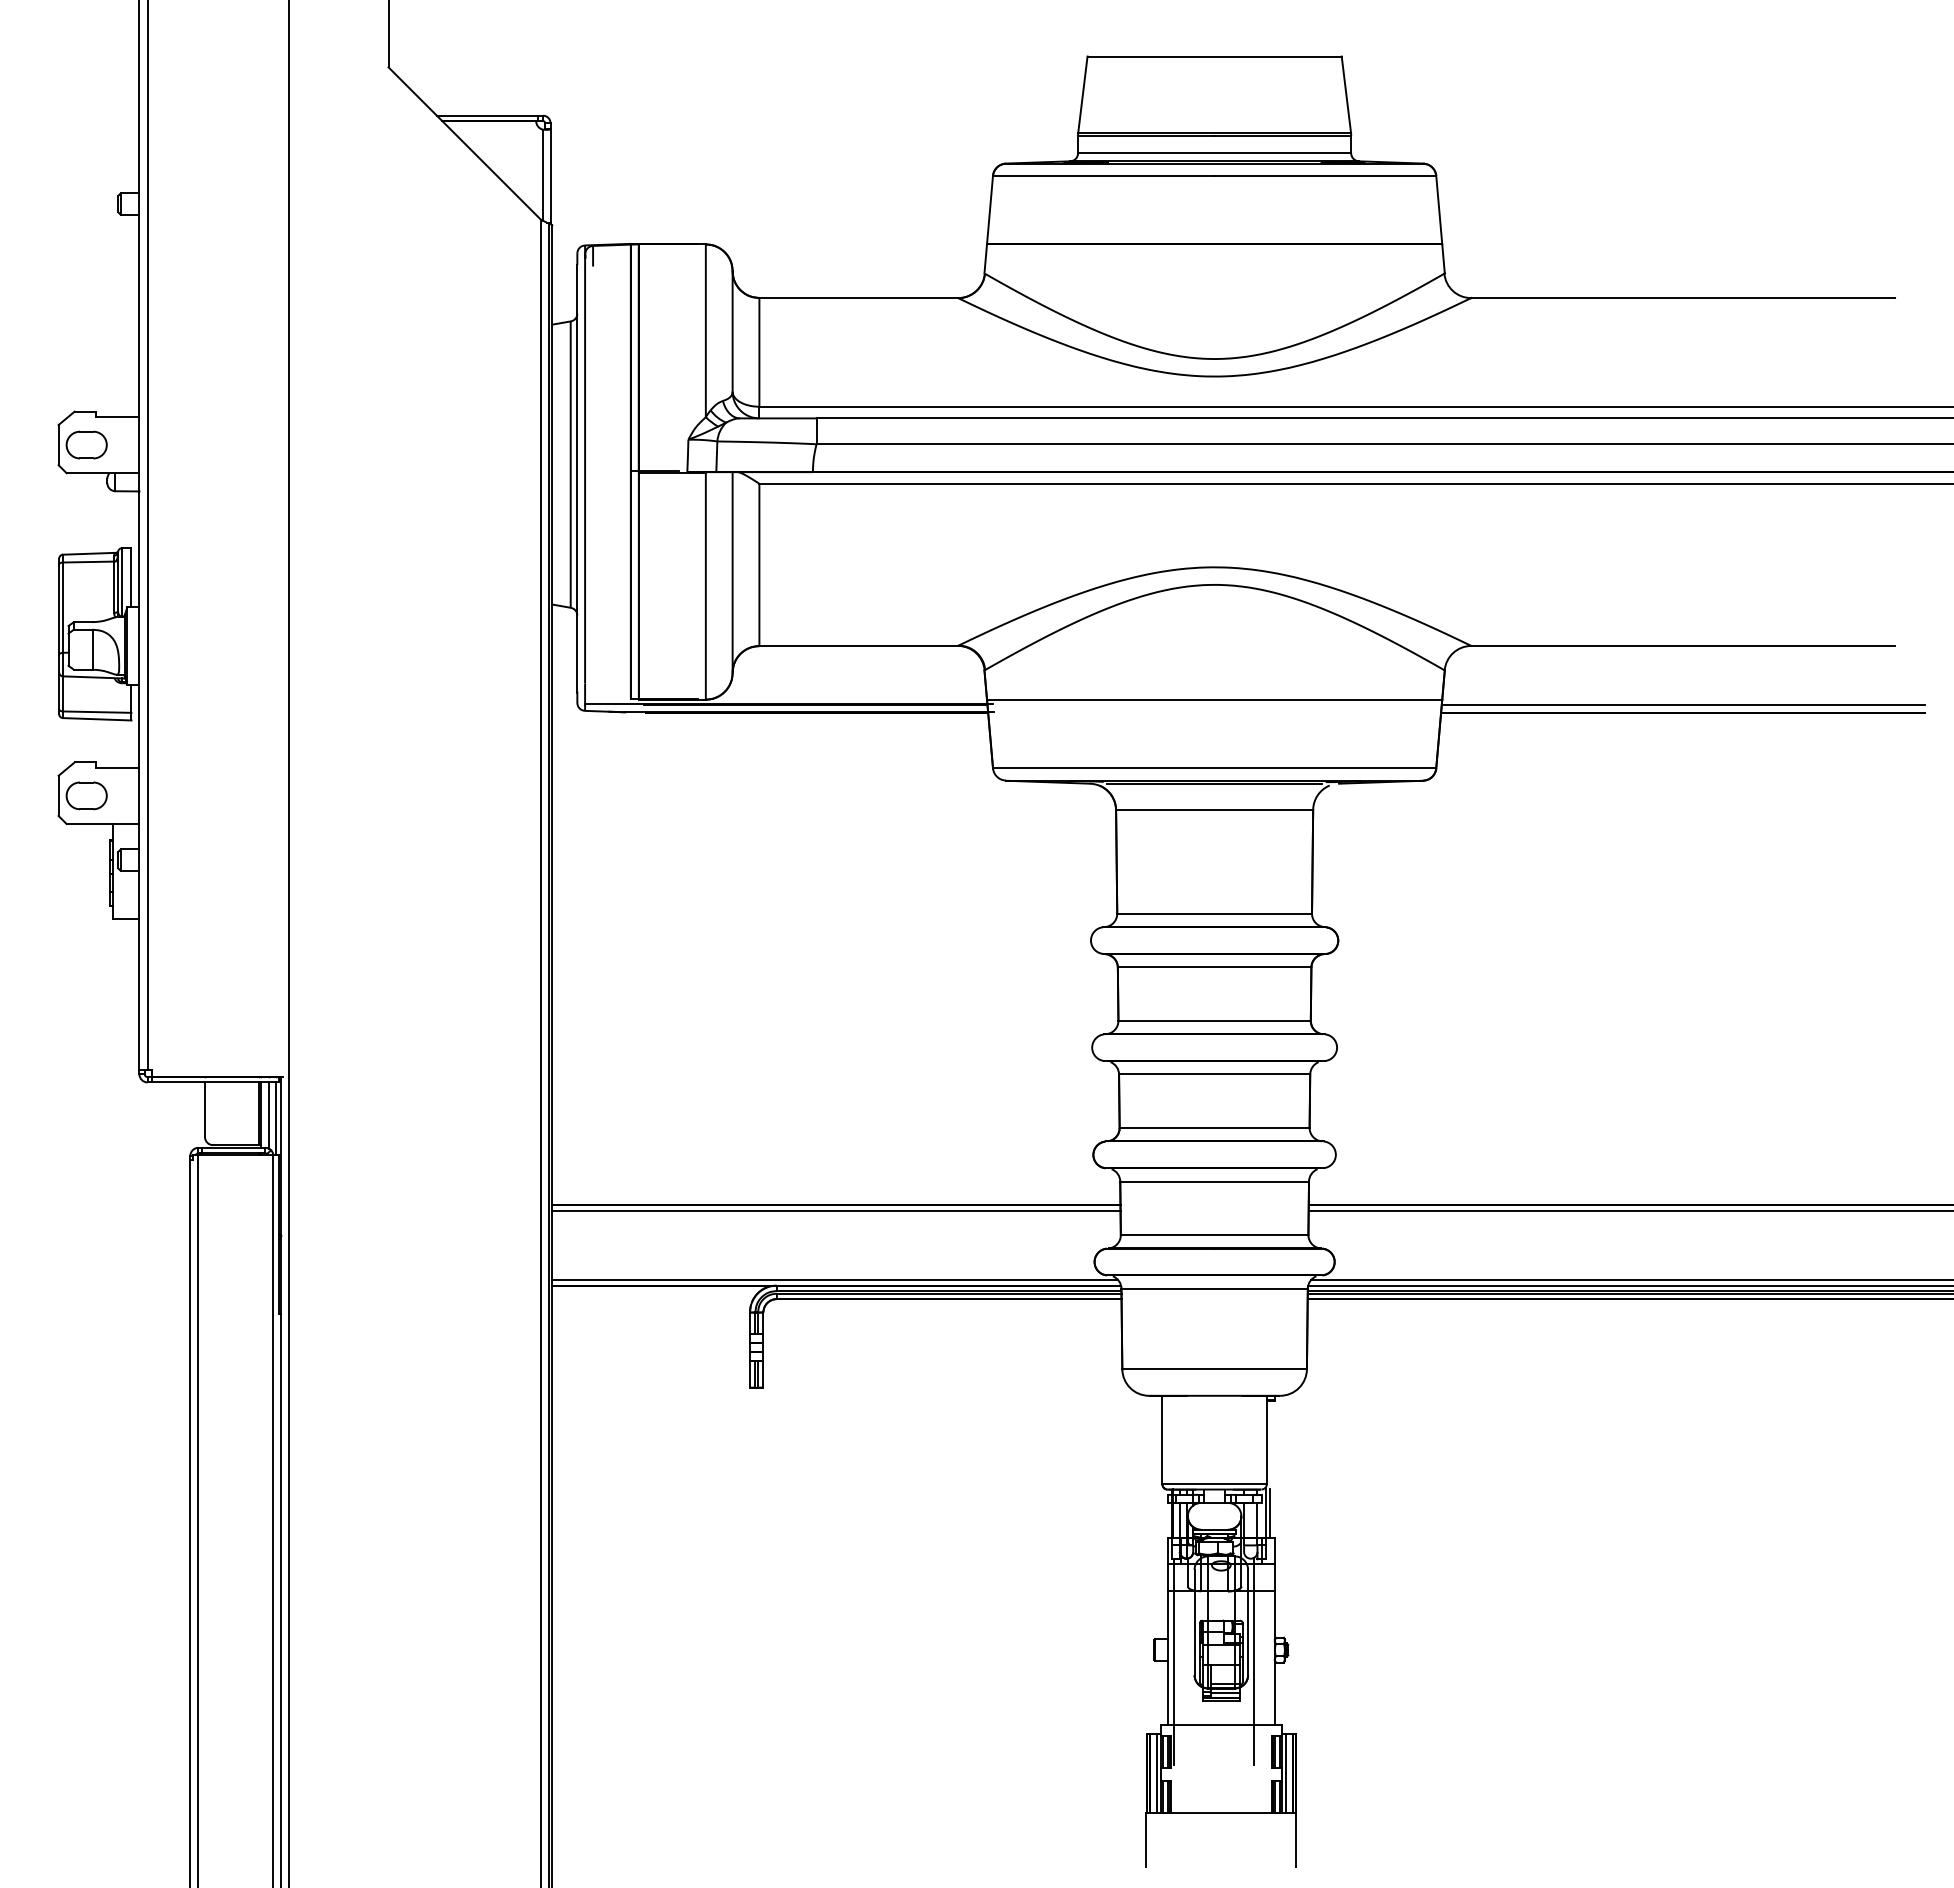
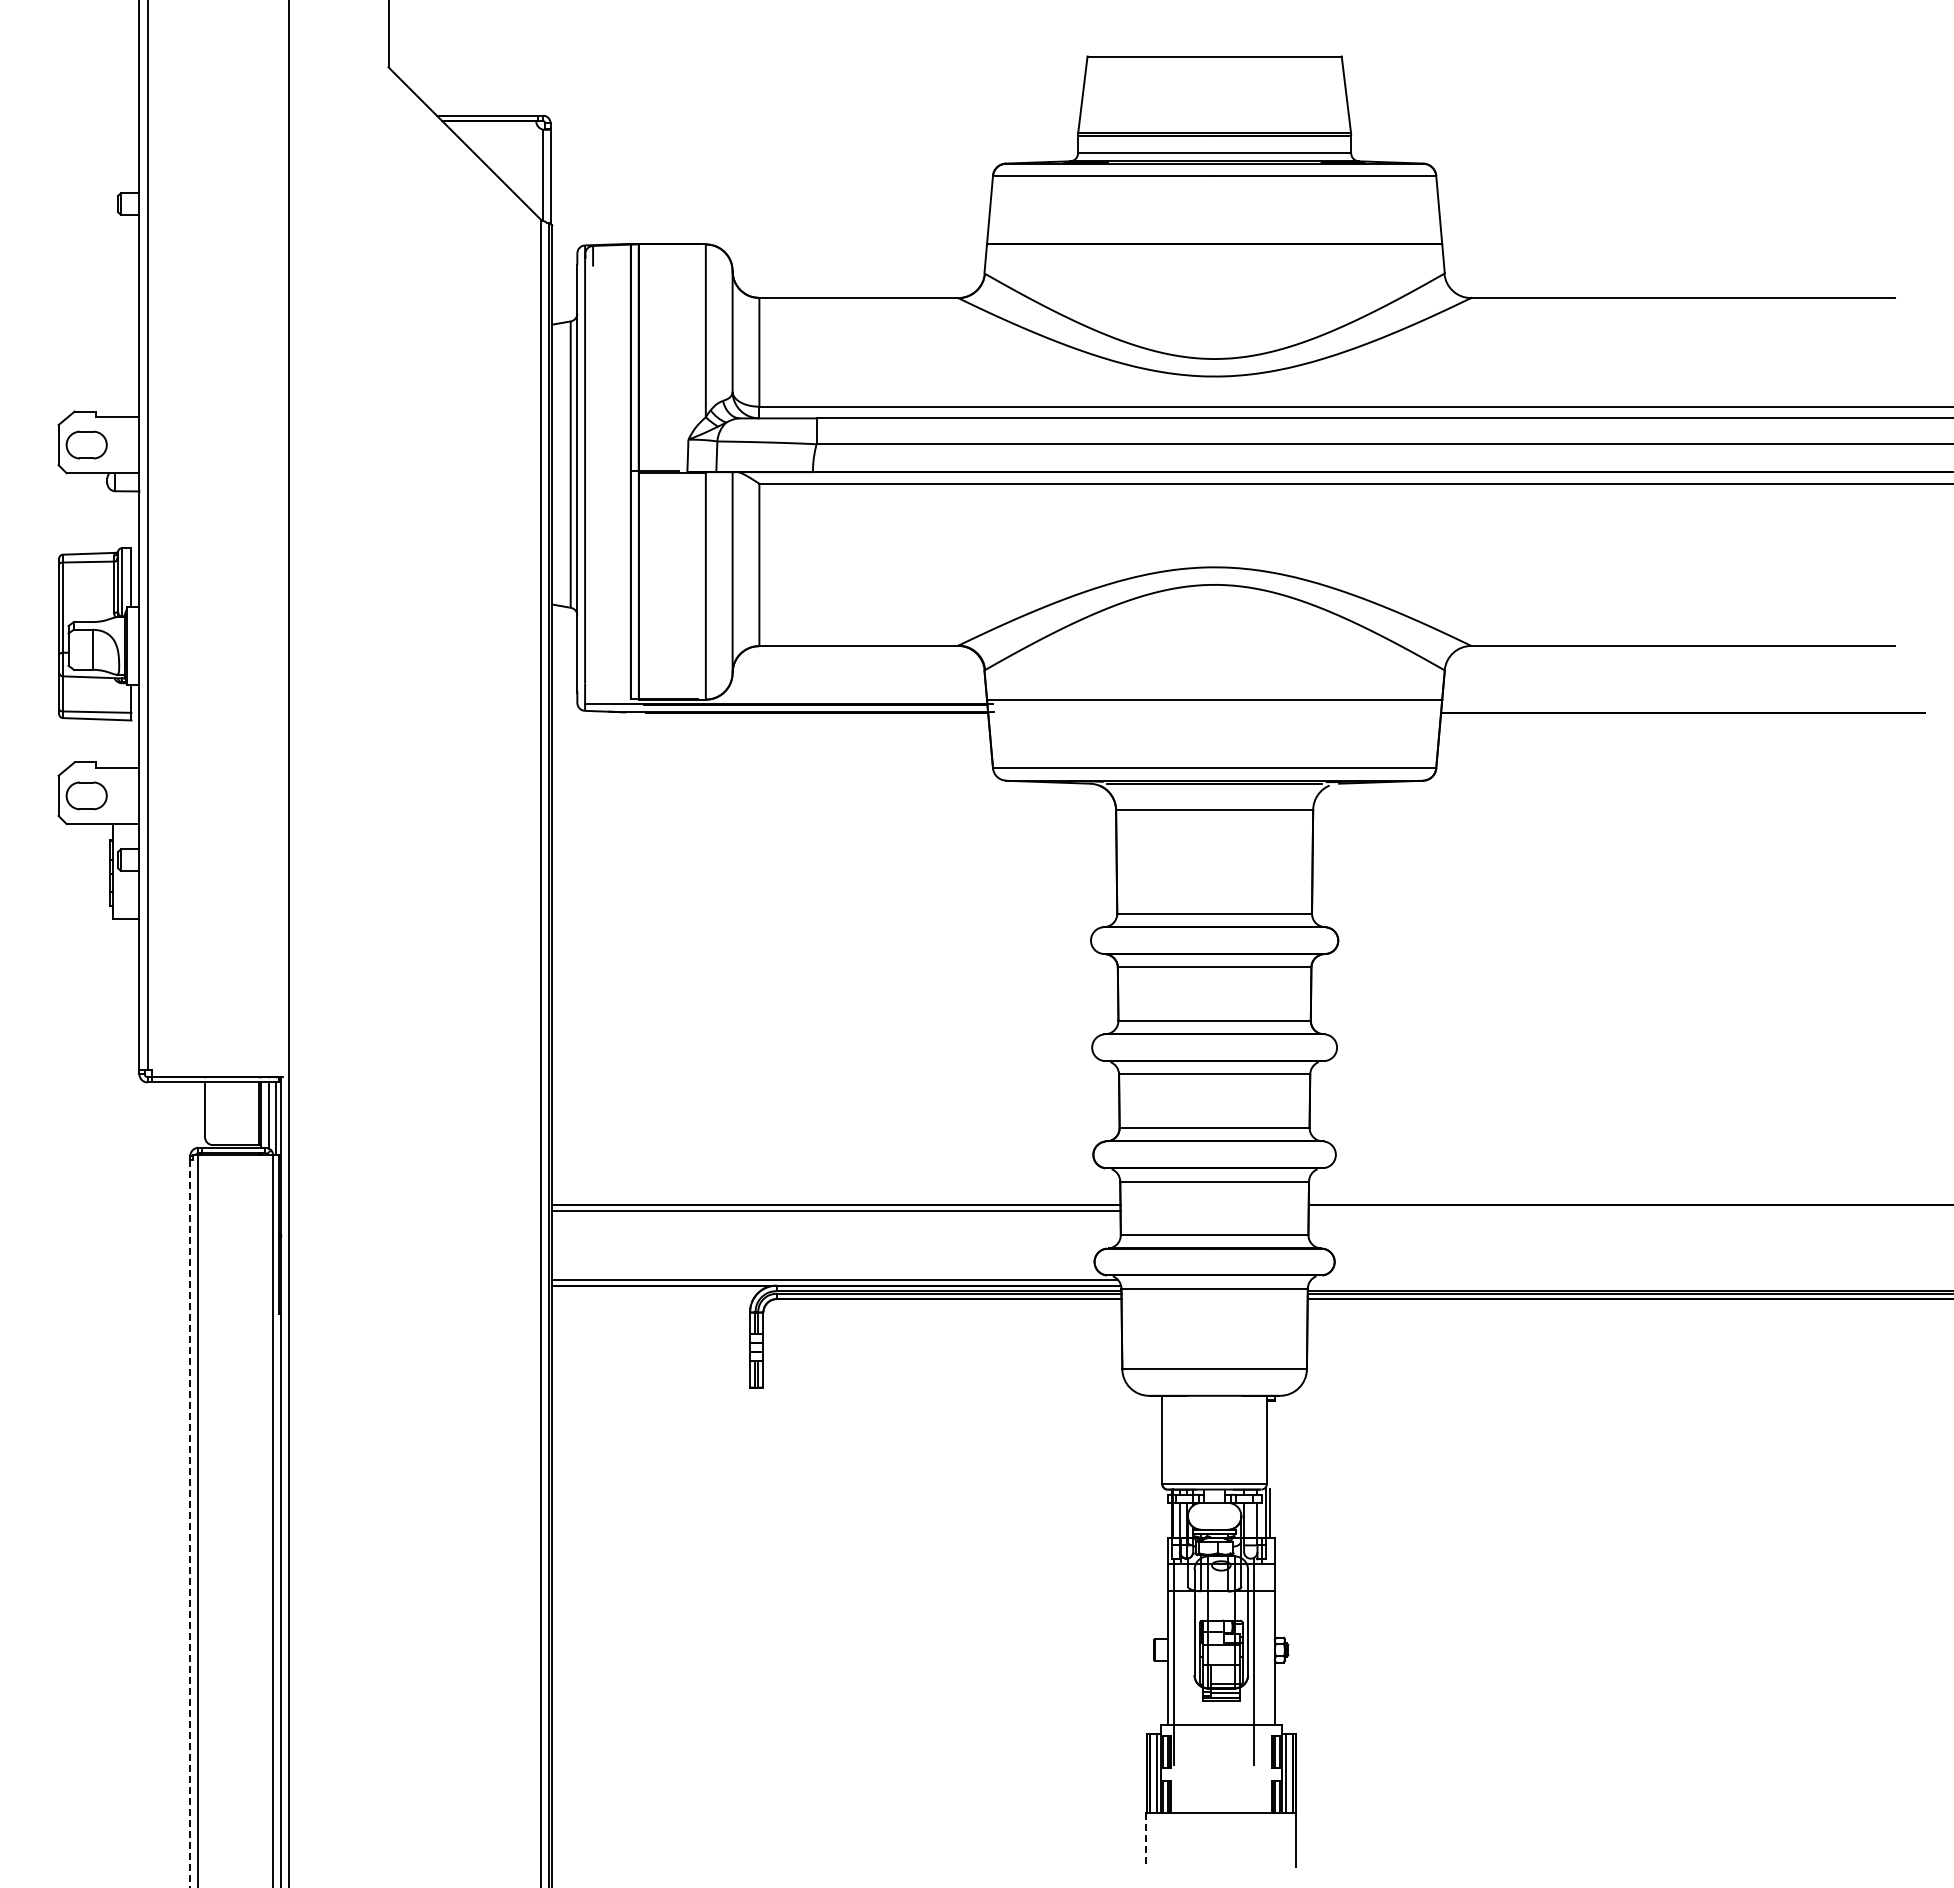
line at (1682, 704): present -> none
line at (1629, 1210): present -> none
line at (1630, 1280): present -> none
line at (1629, 1285): present -> none
line at (190, 1523): solid -> dashed
line at (1146, 1840): solid -> dashed
